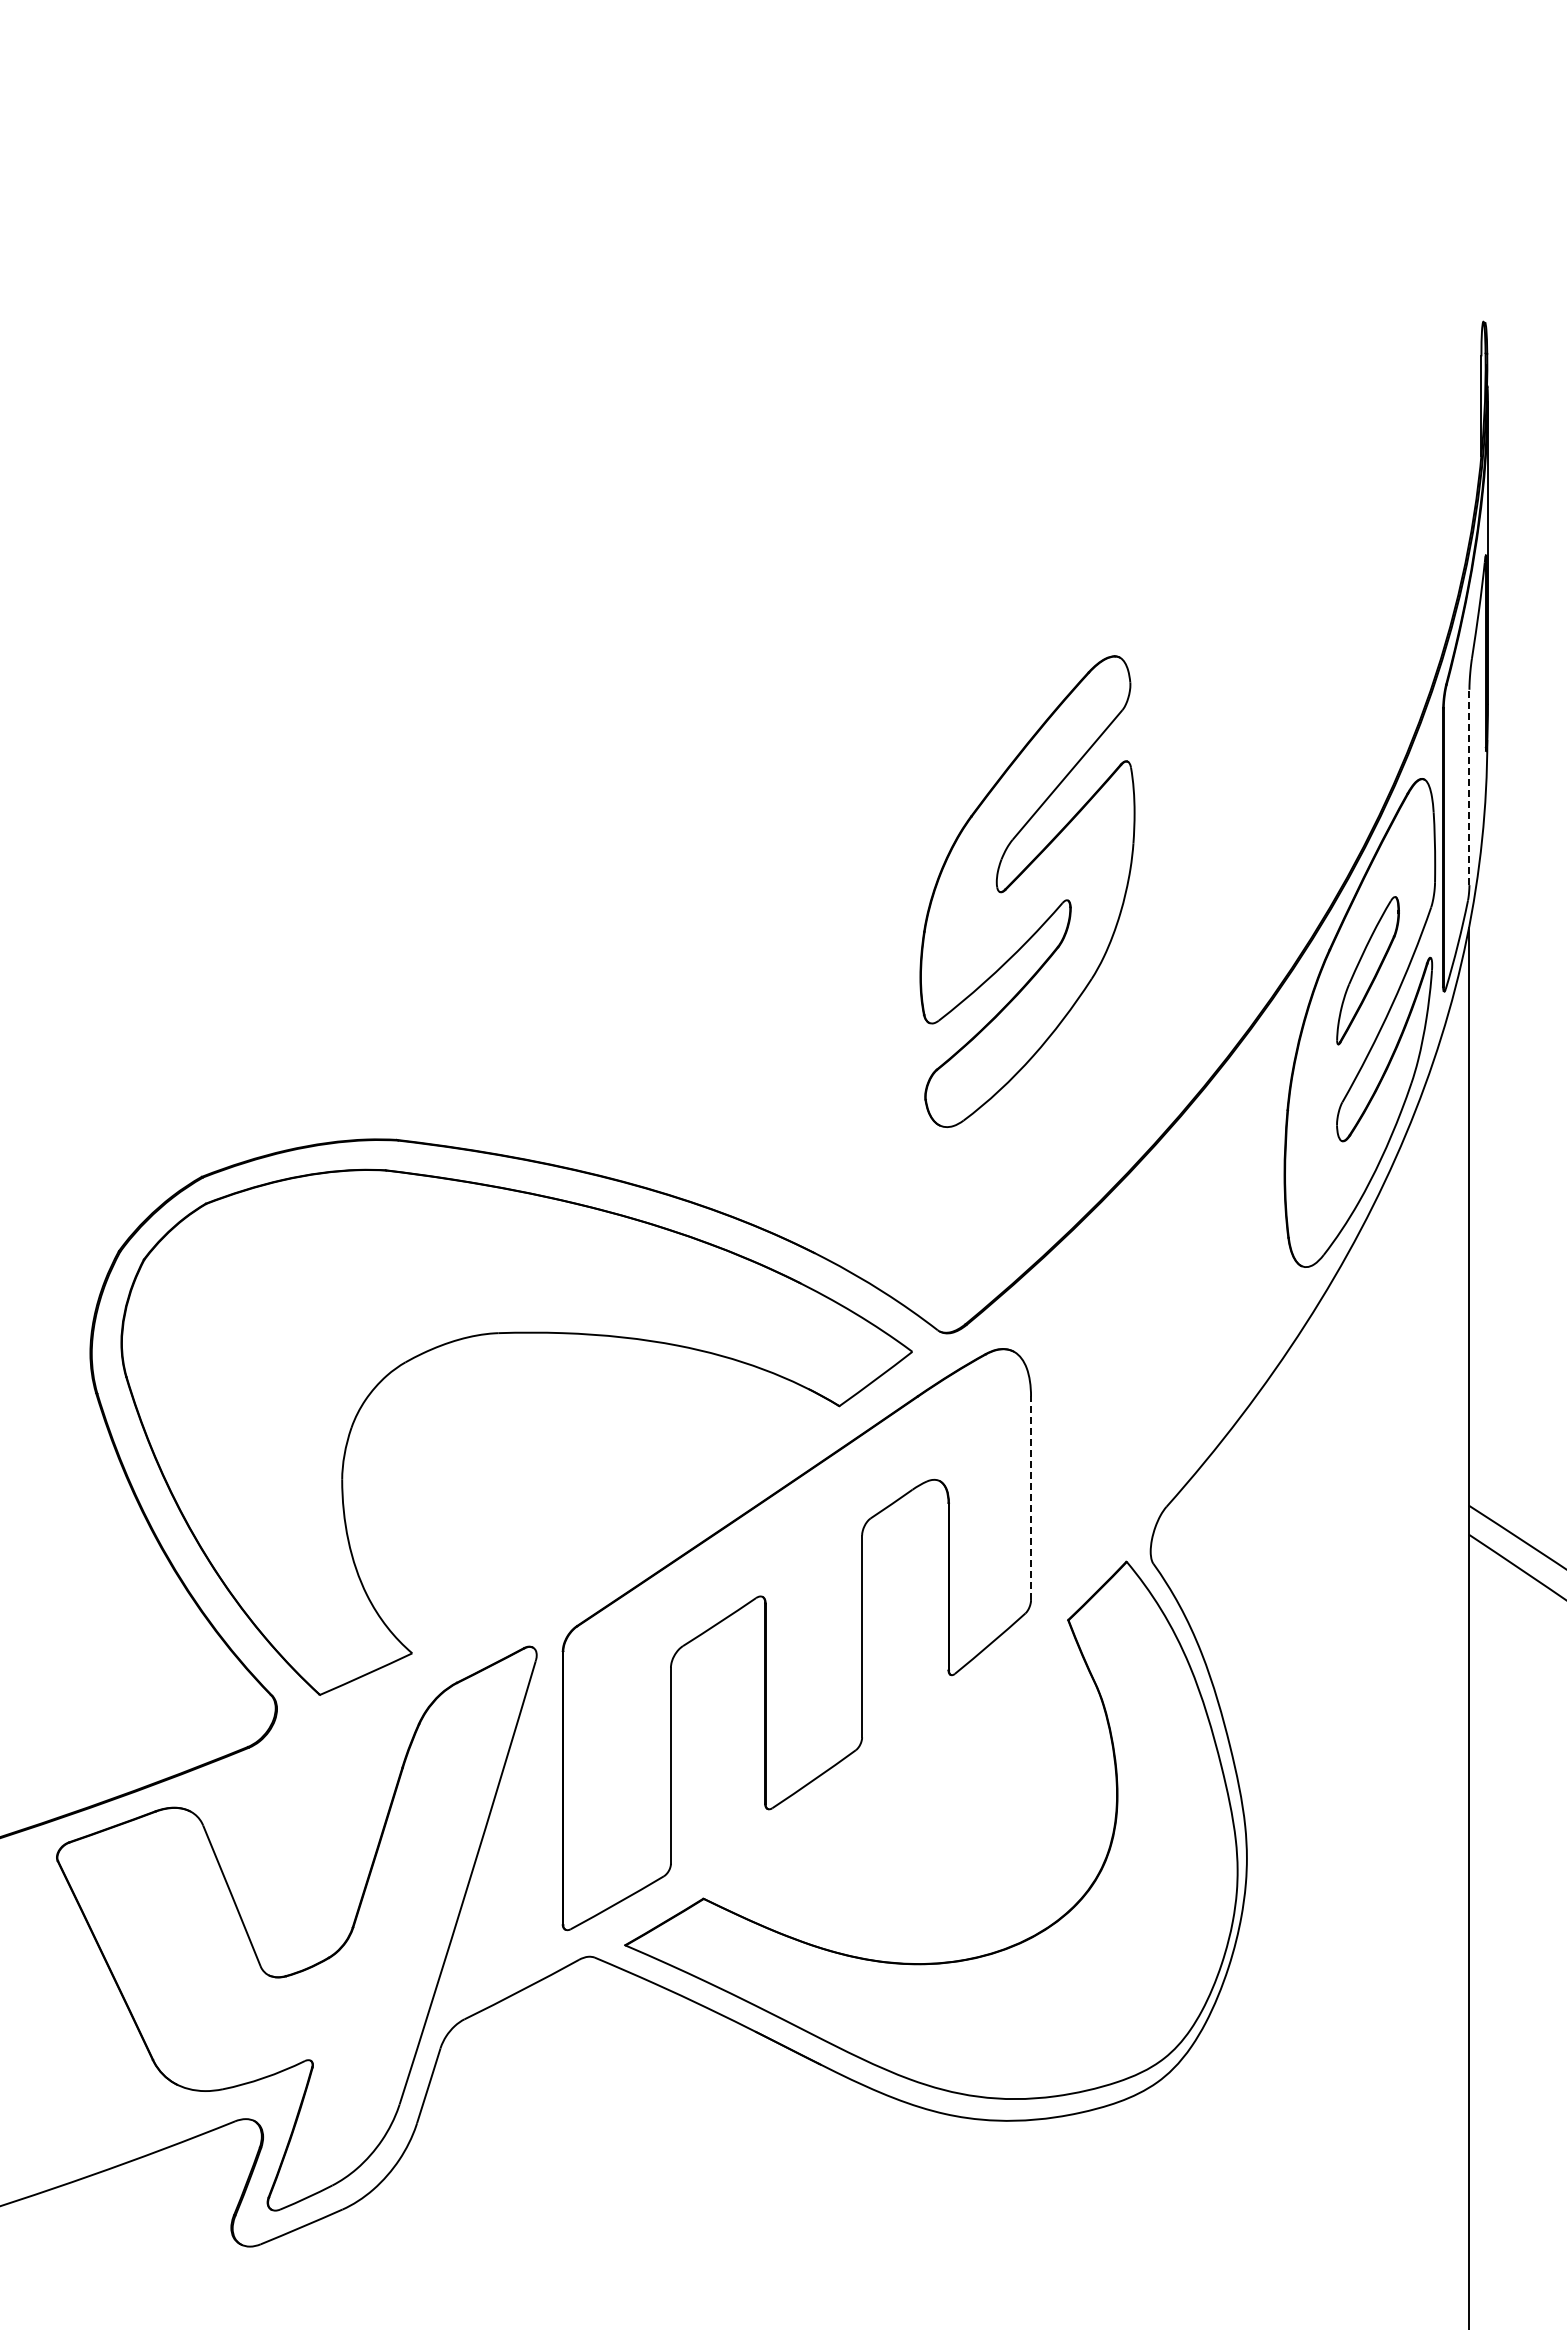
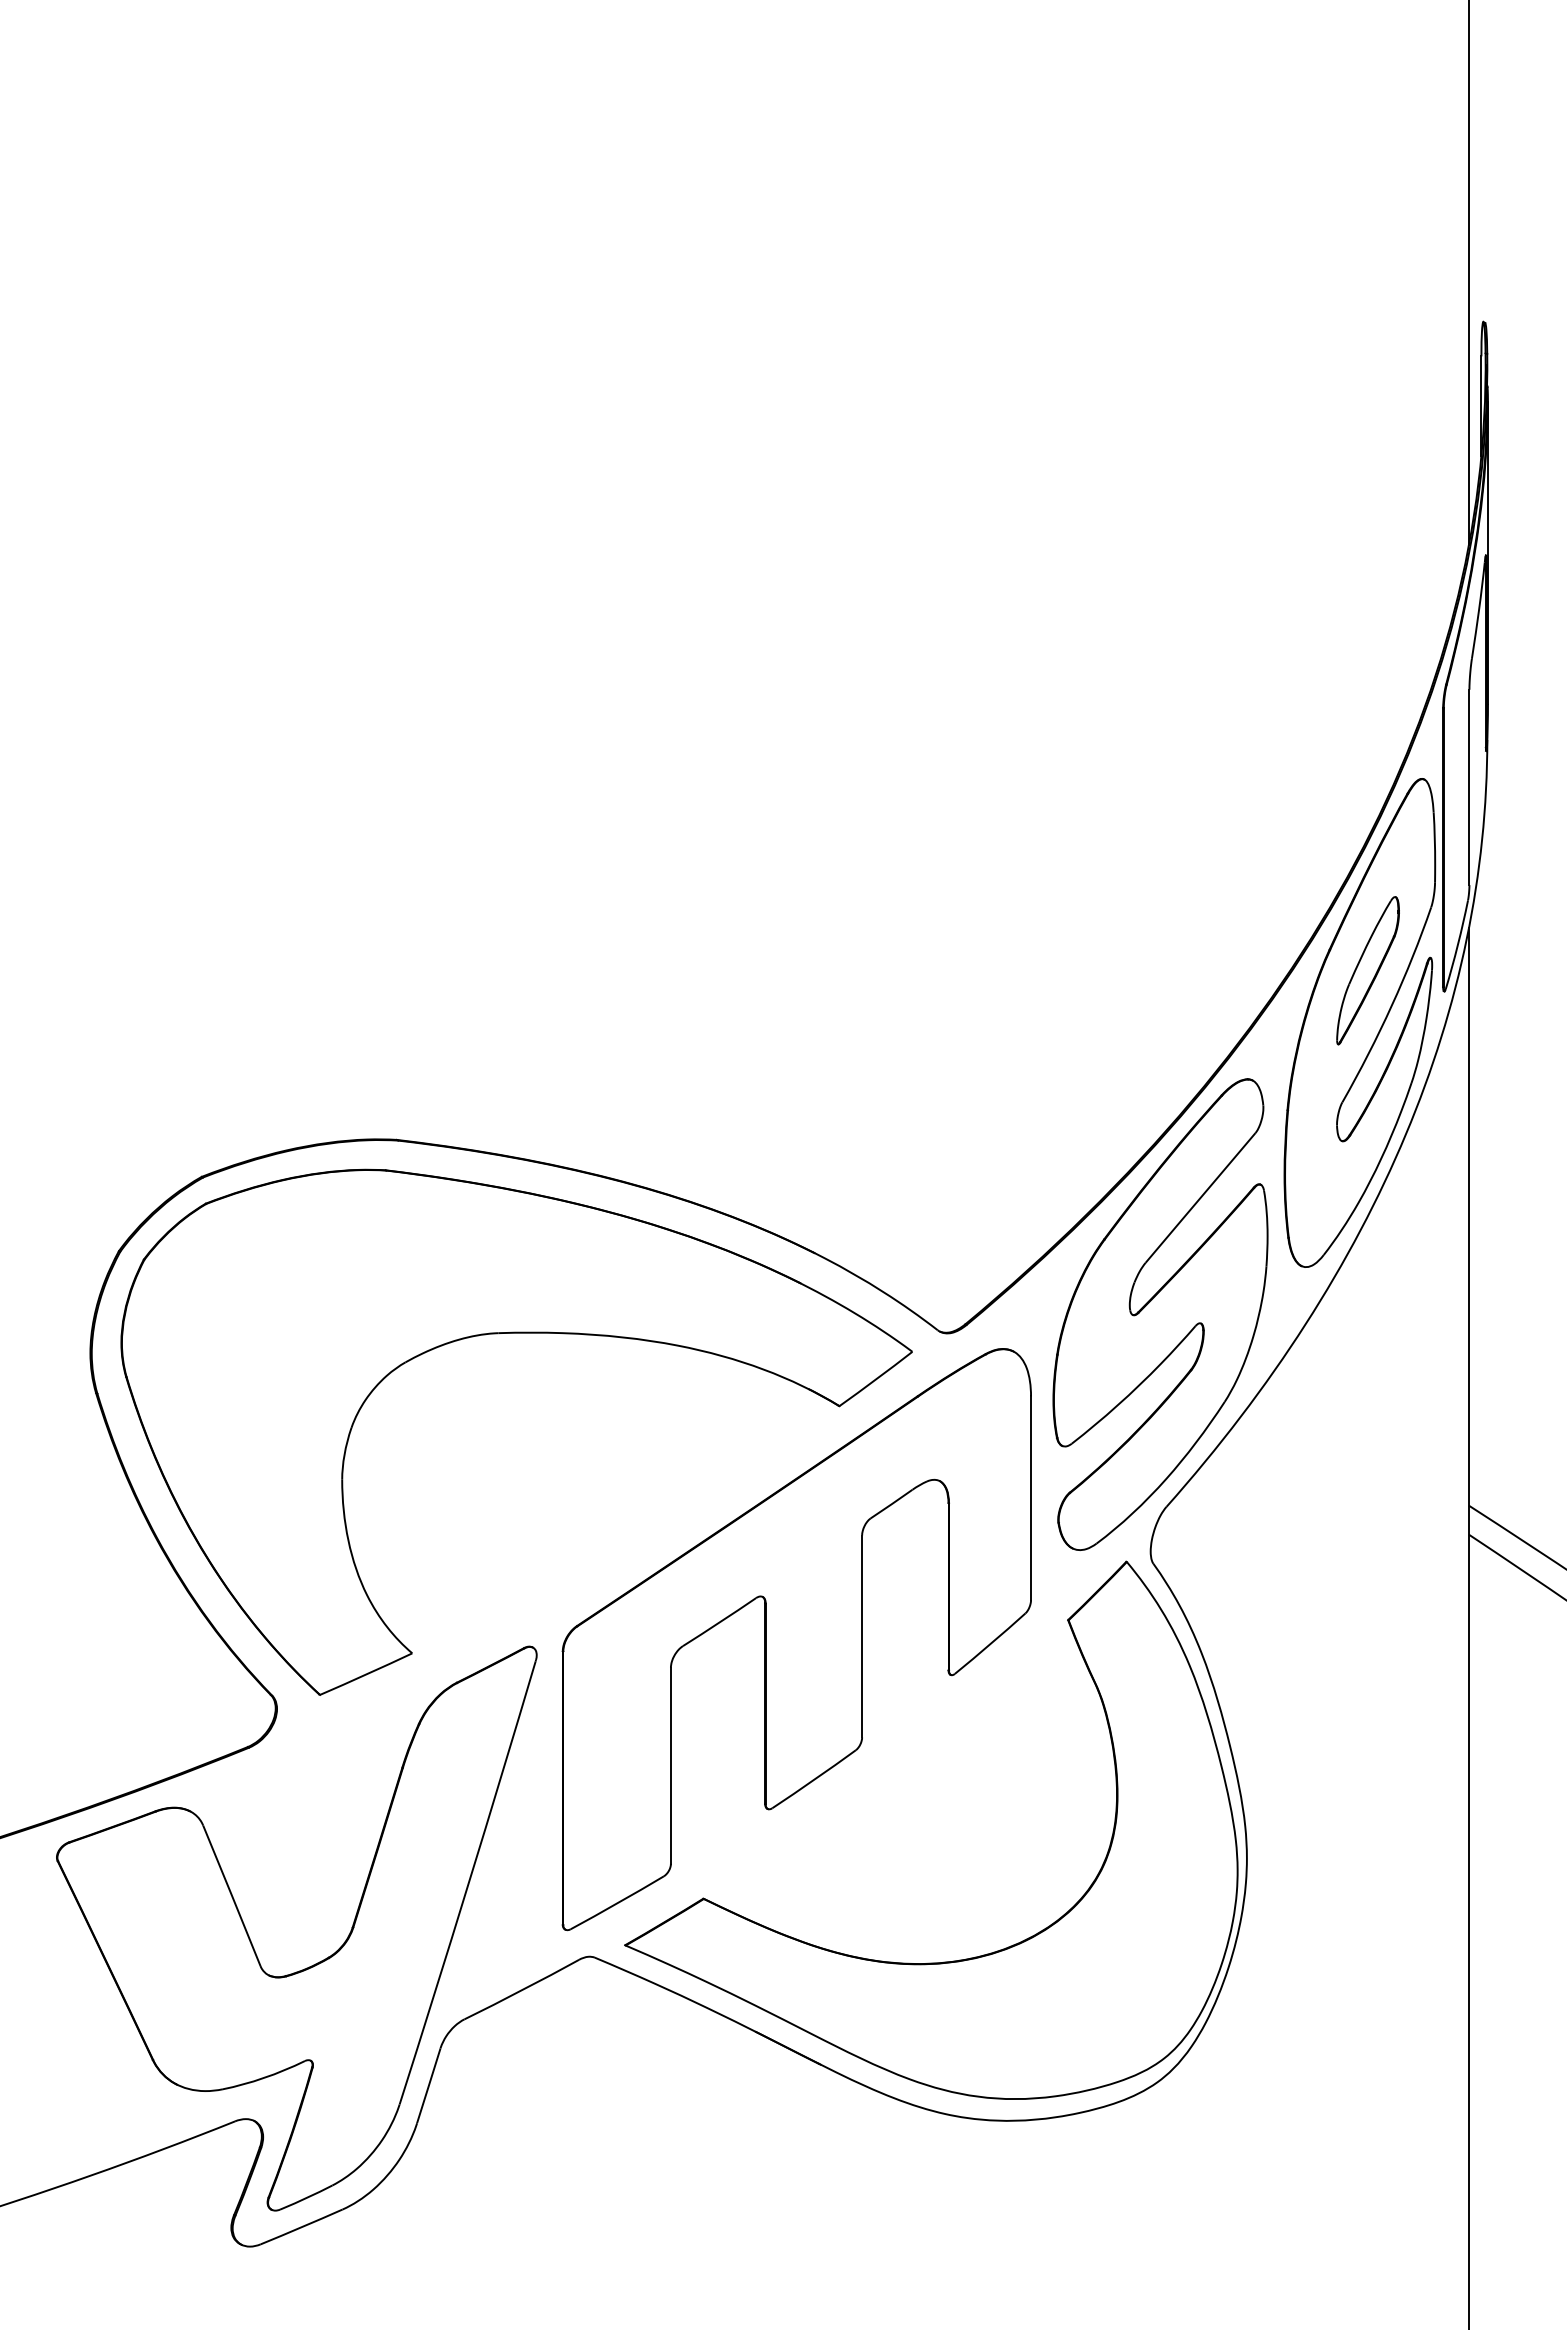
line at (1469, 273): none -> present
line at (1469, 787): dashed -> solid
part at (1027, 891) position: (1027, 891) -> (1160, 1314)
line at (1031, 1498): dashed -> solid
